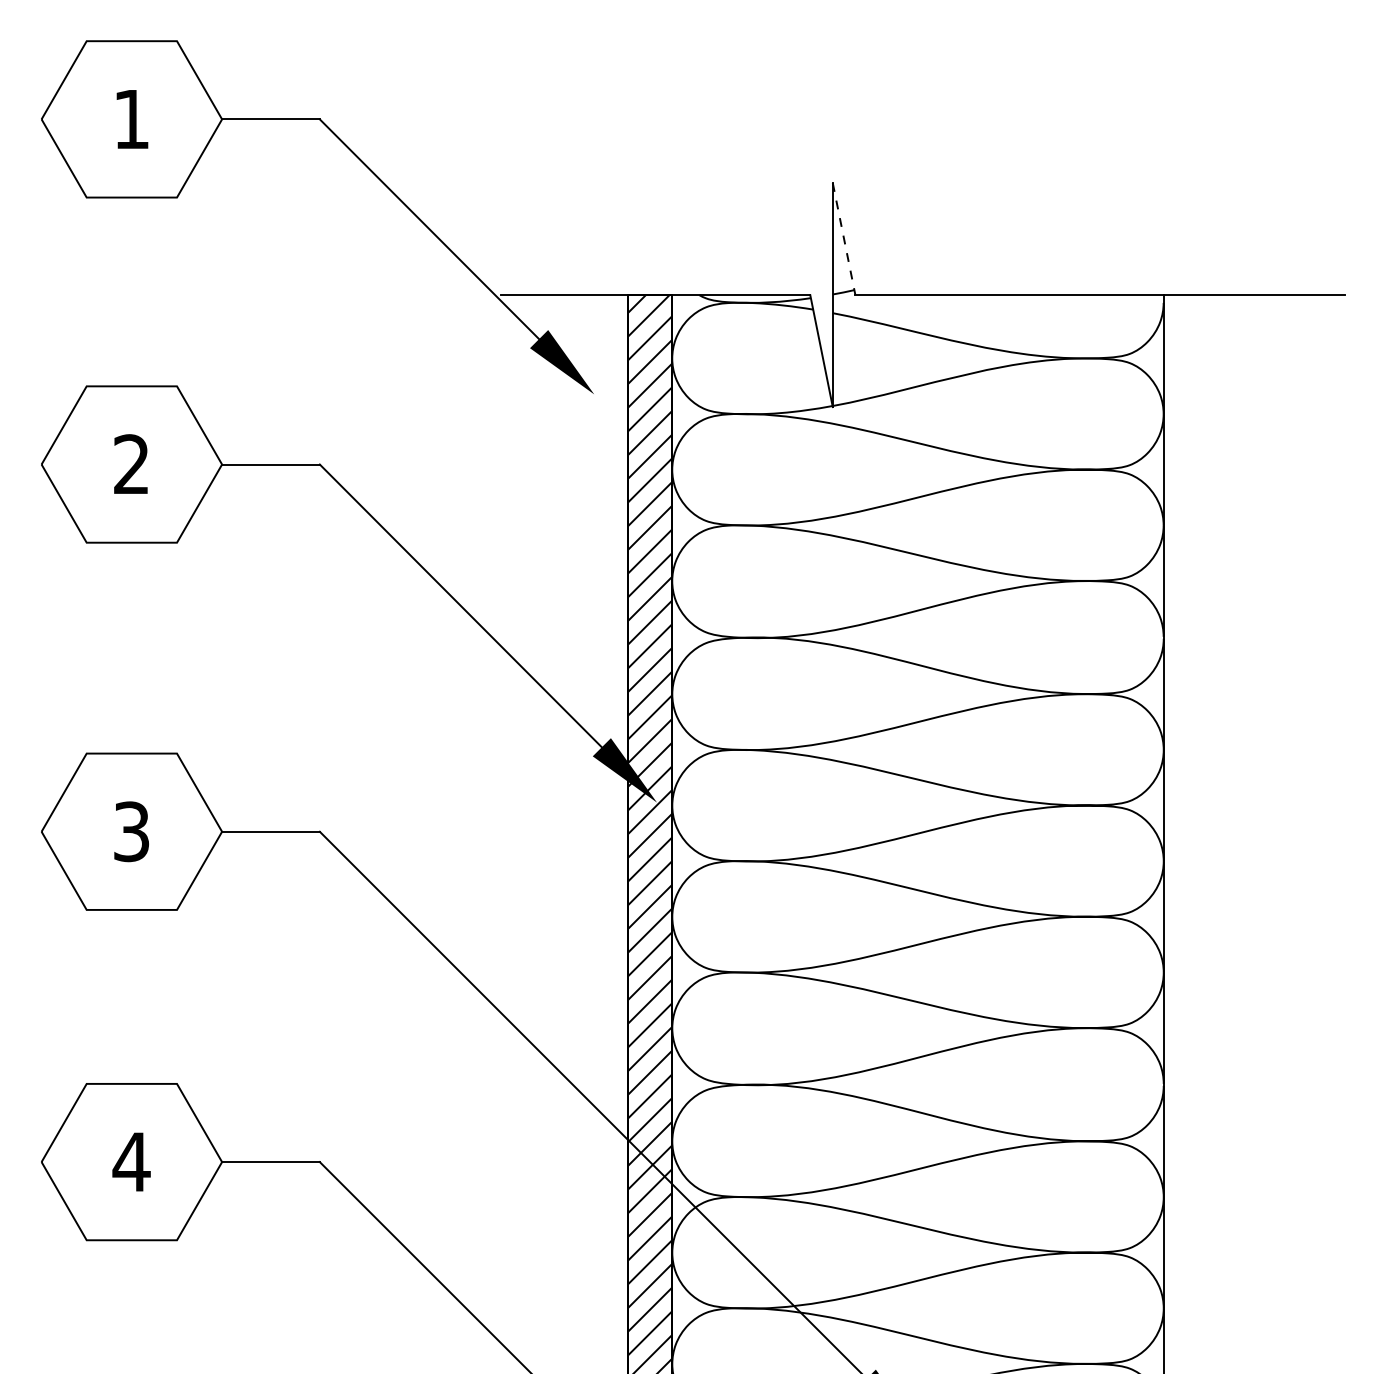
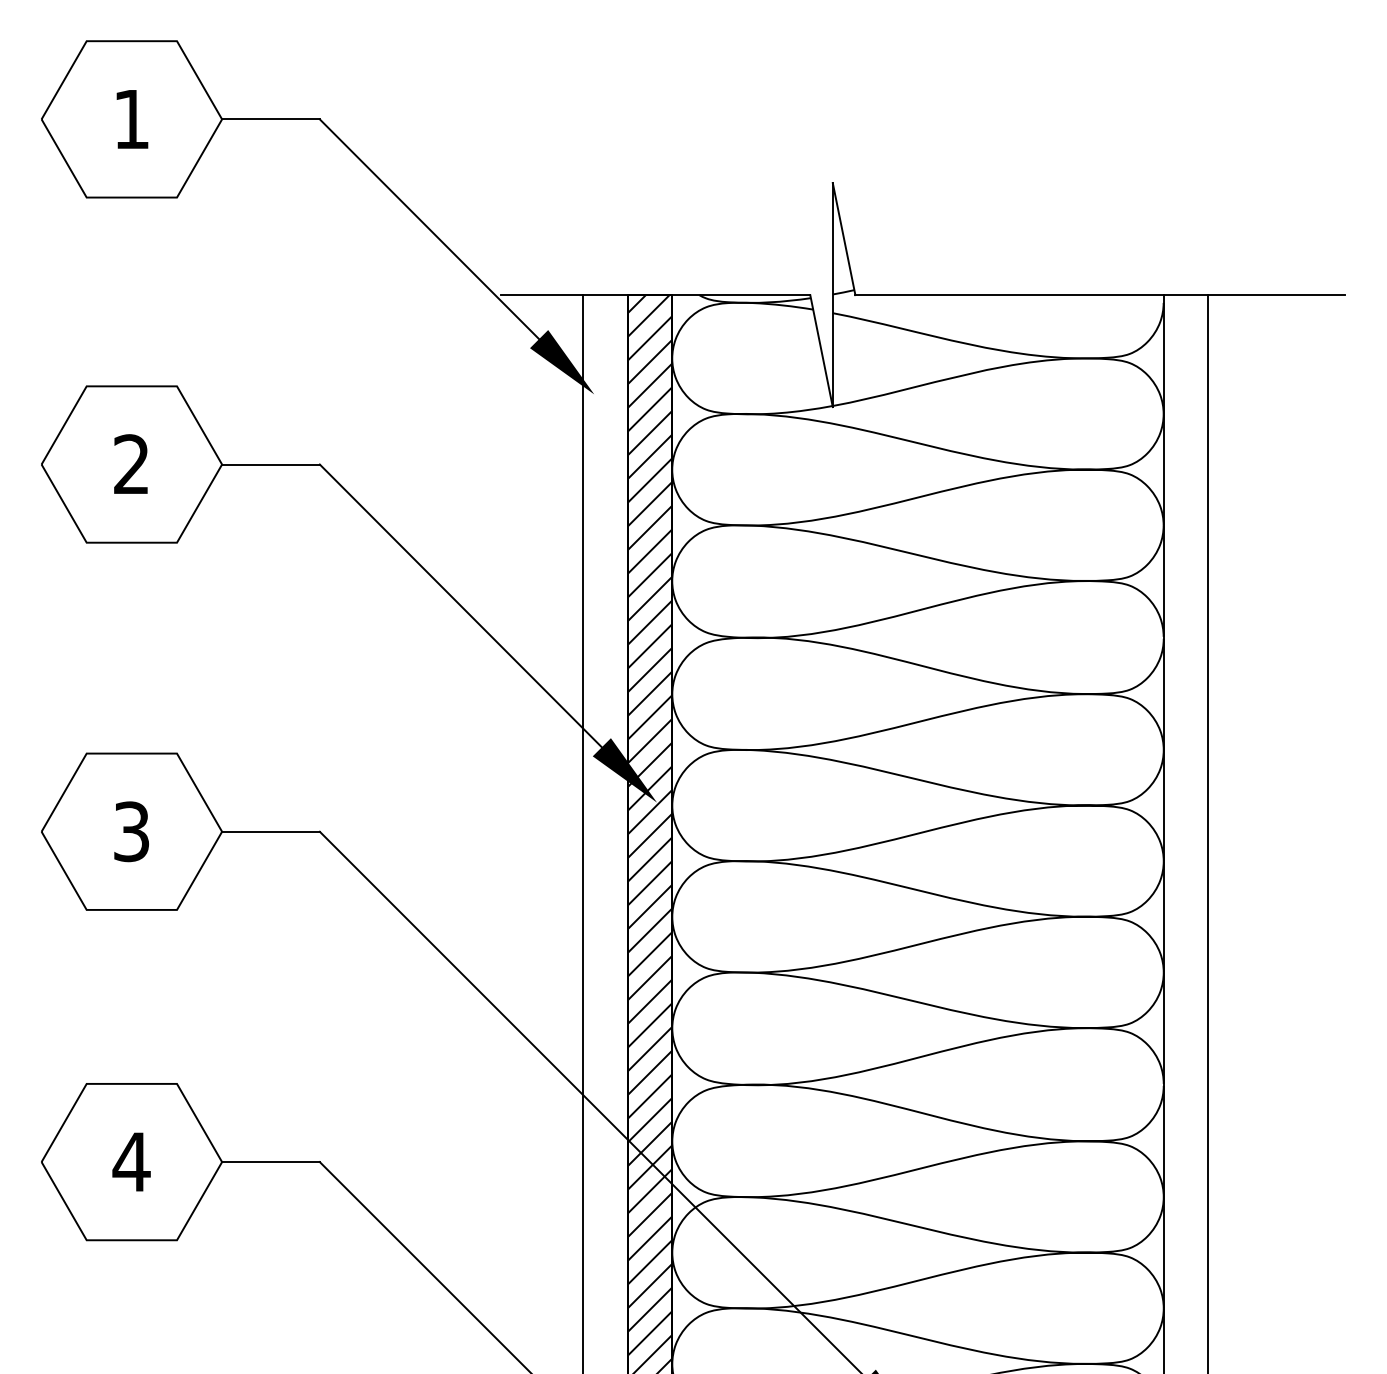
line at (844, 239): dashed -> solid
line at (582, 832): none -> present
line at (1208, 832): none -> present
